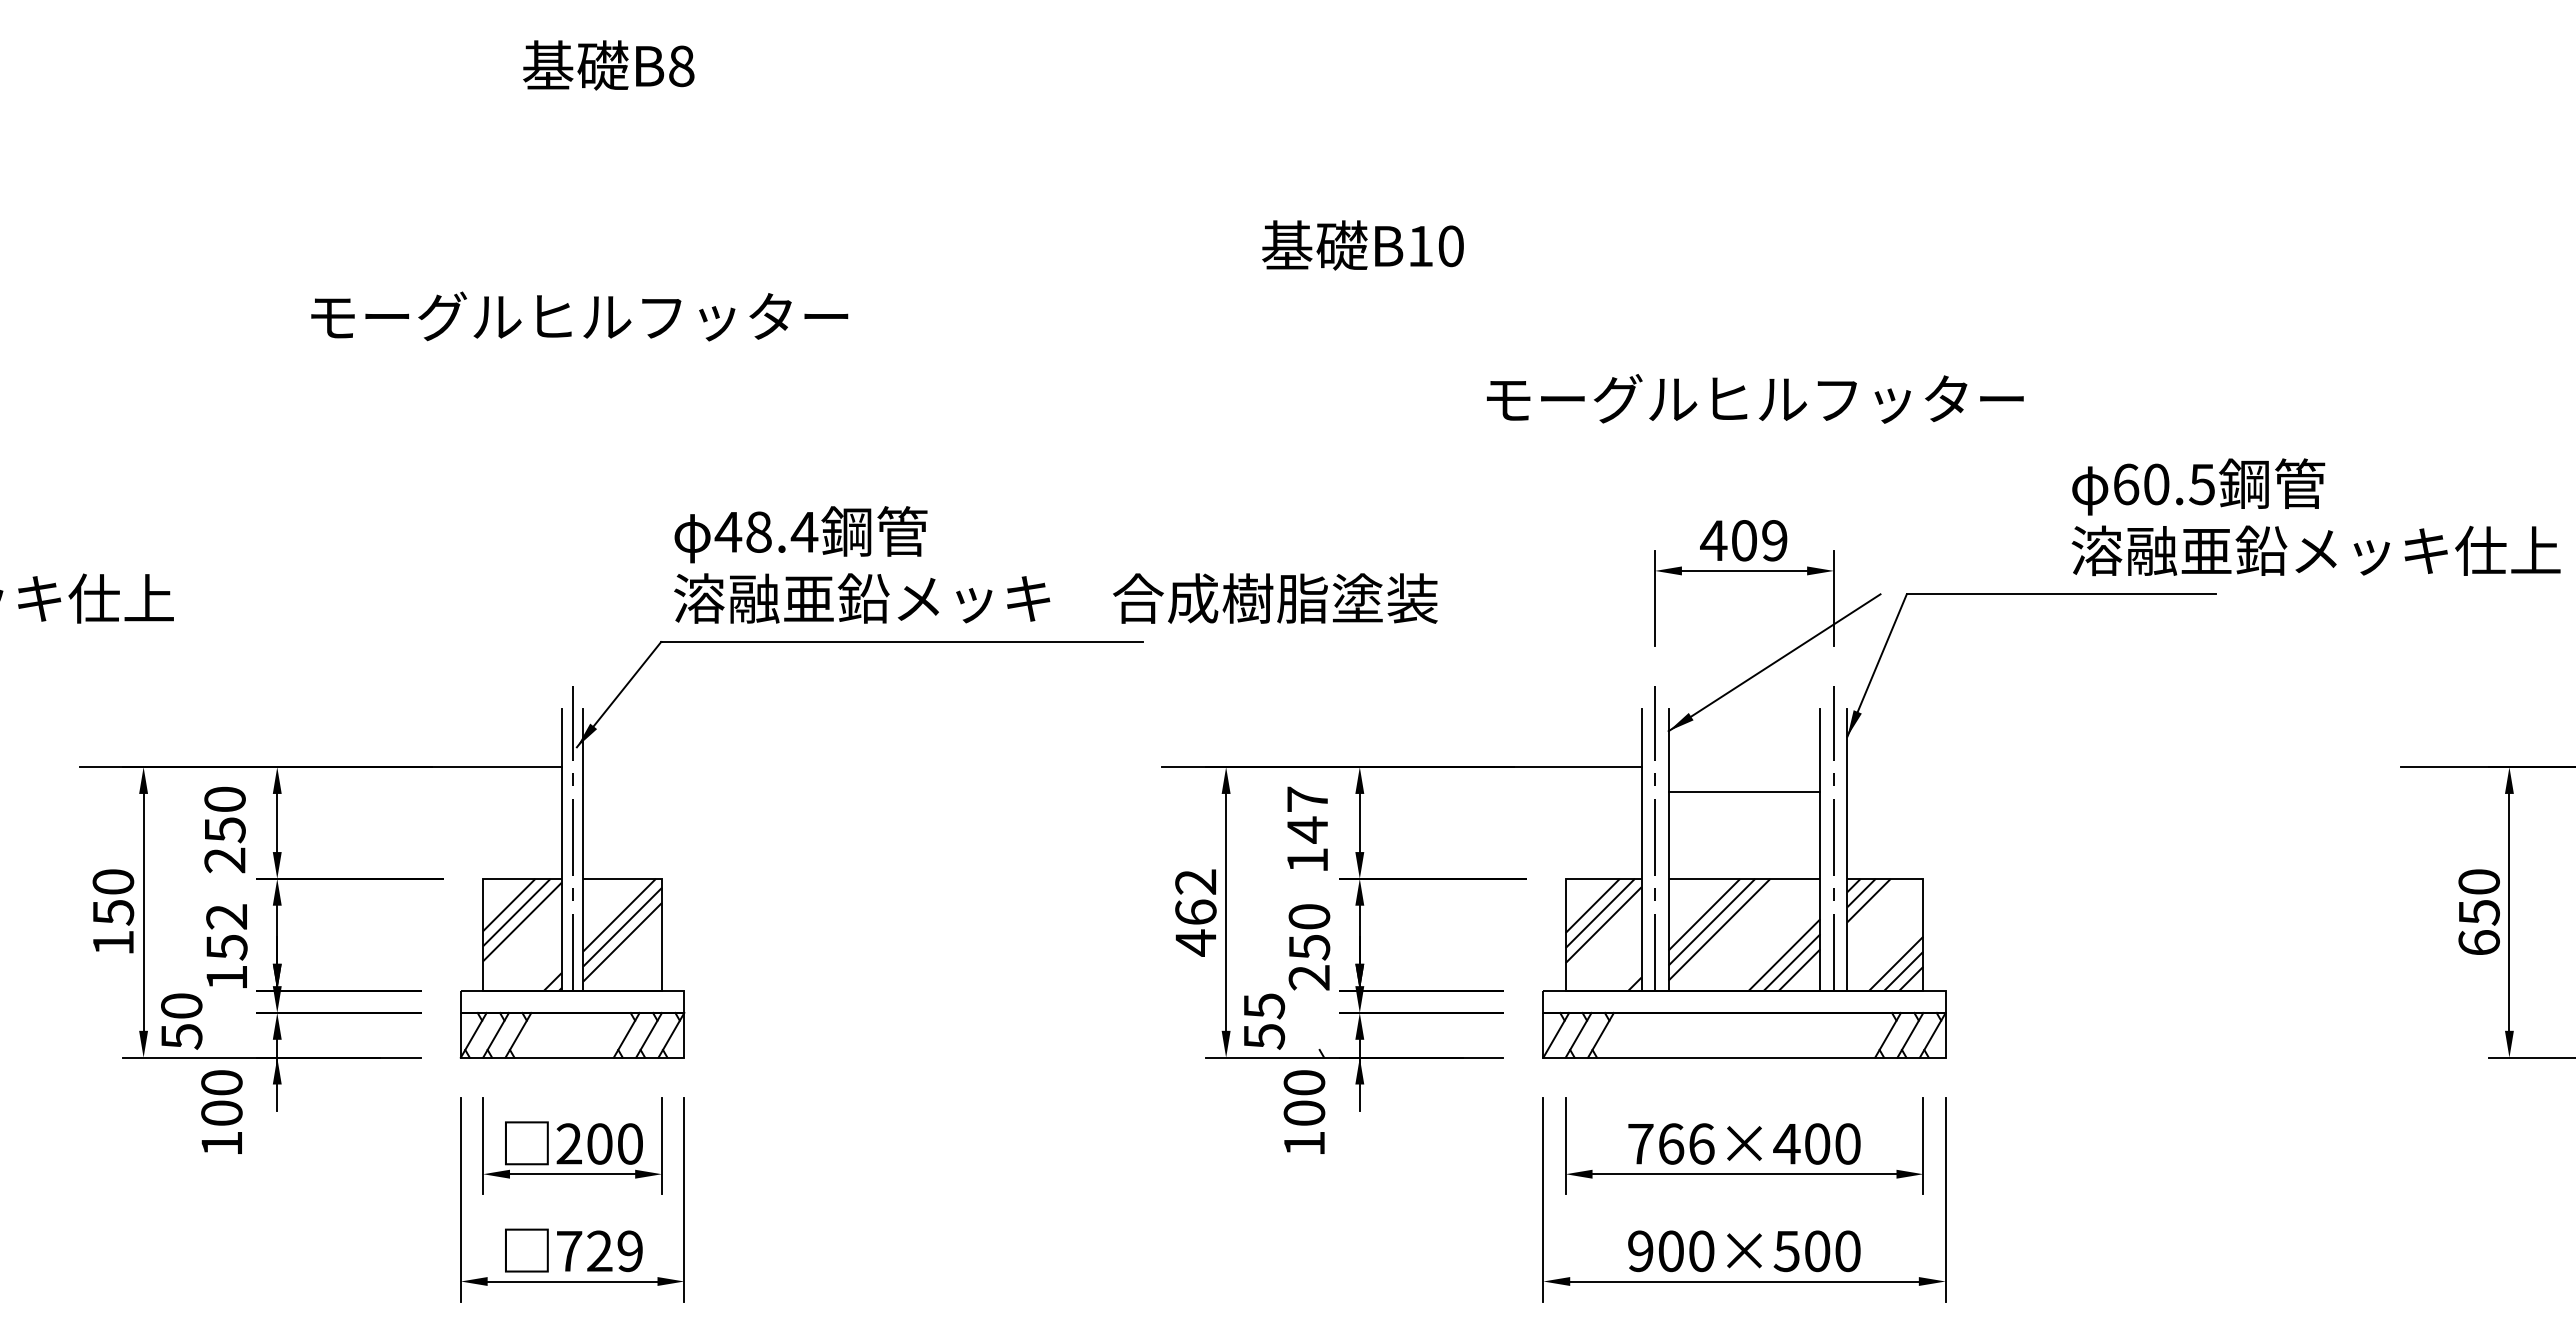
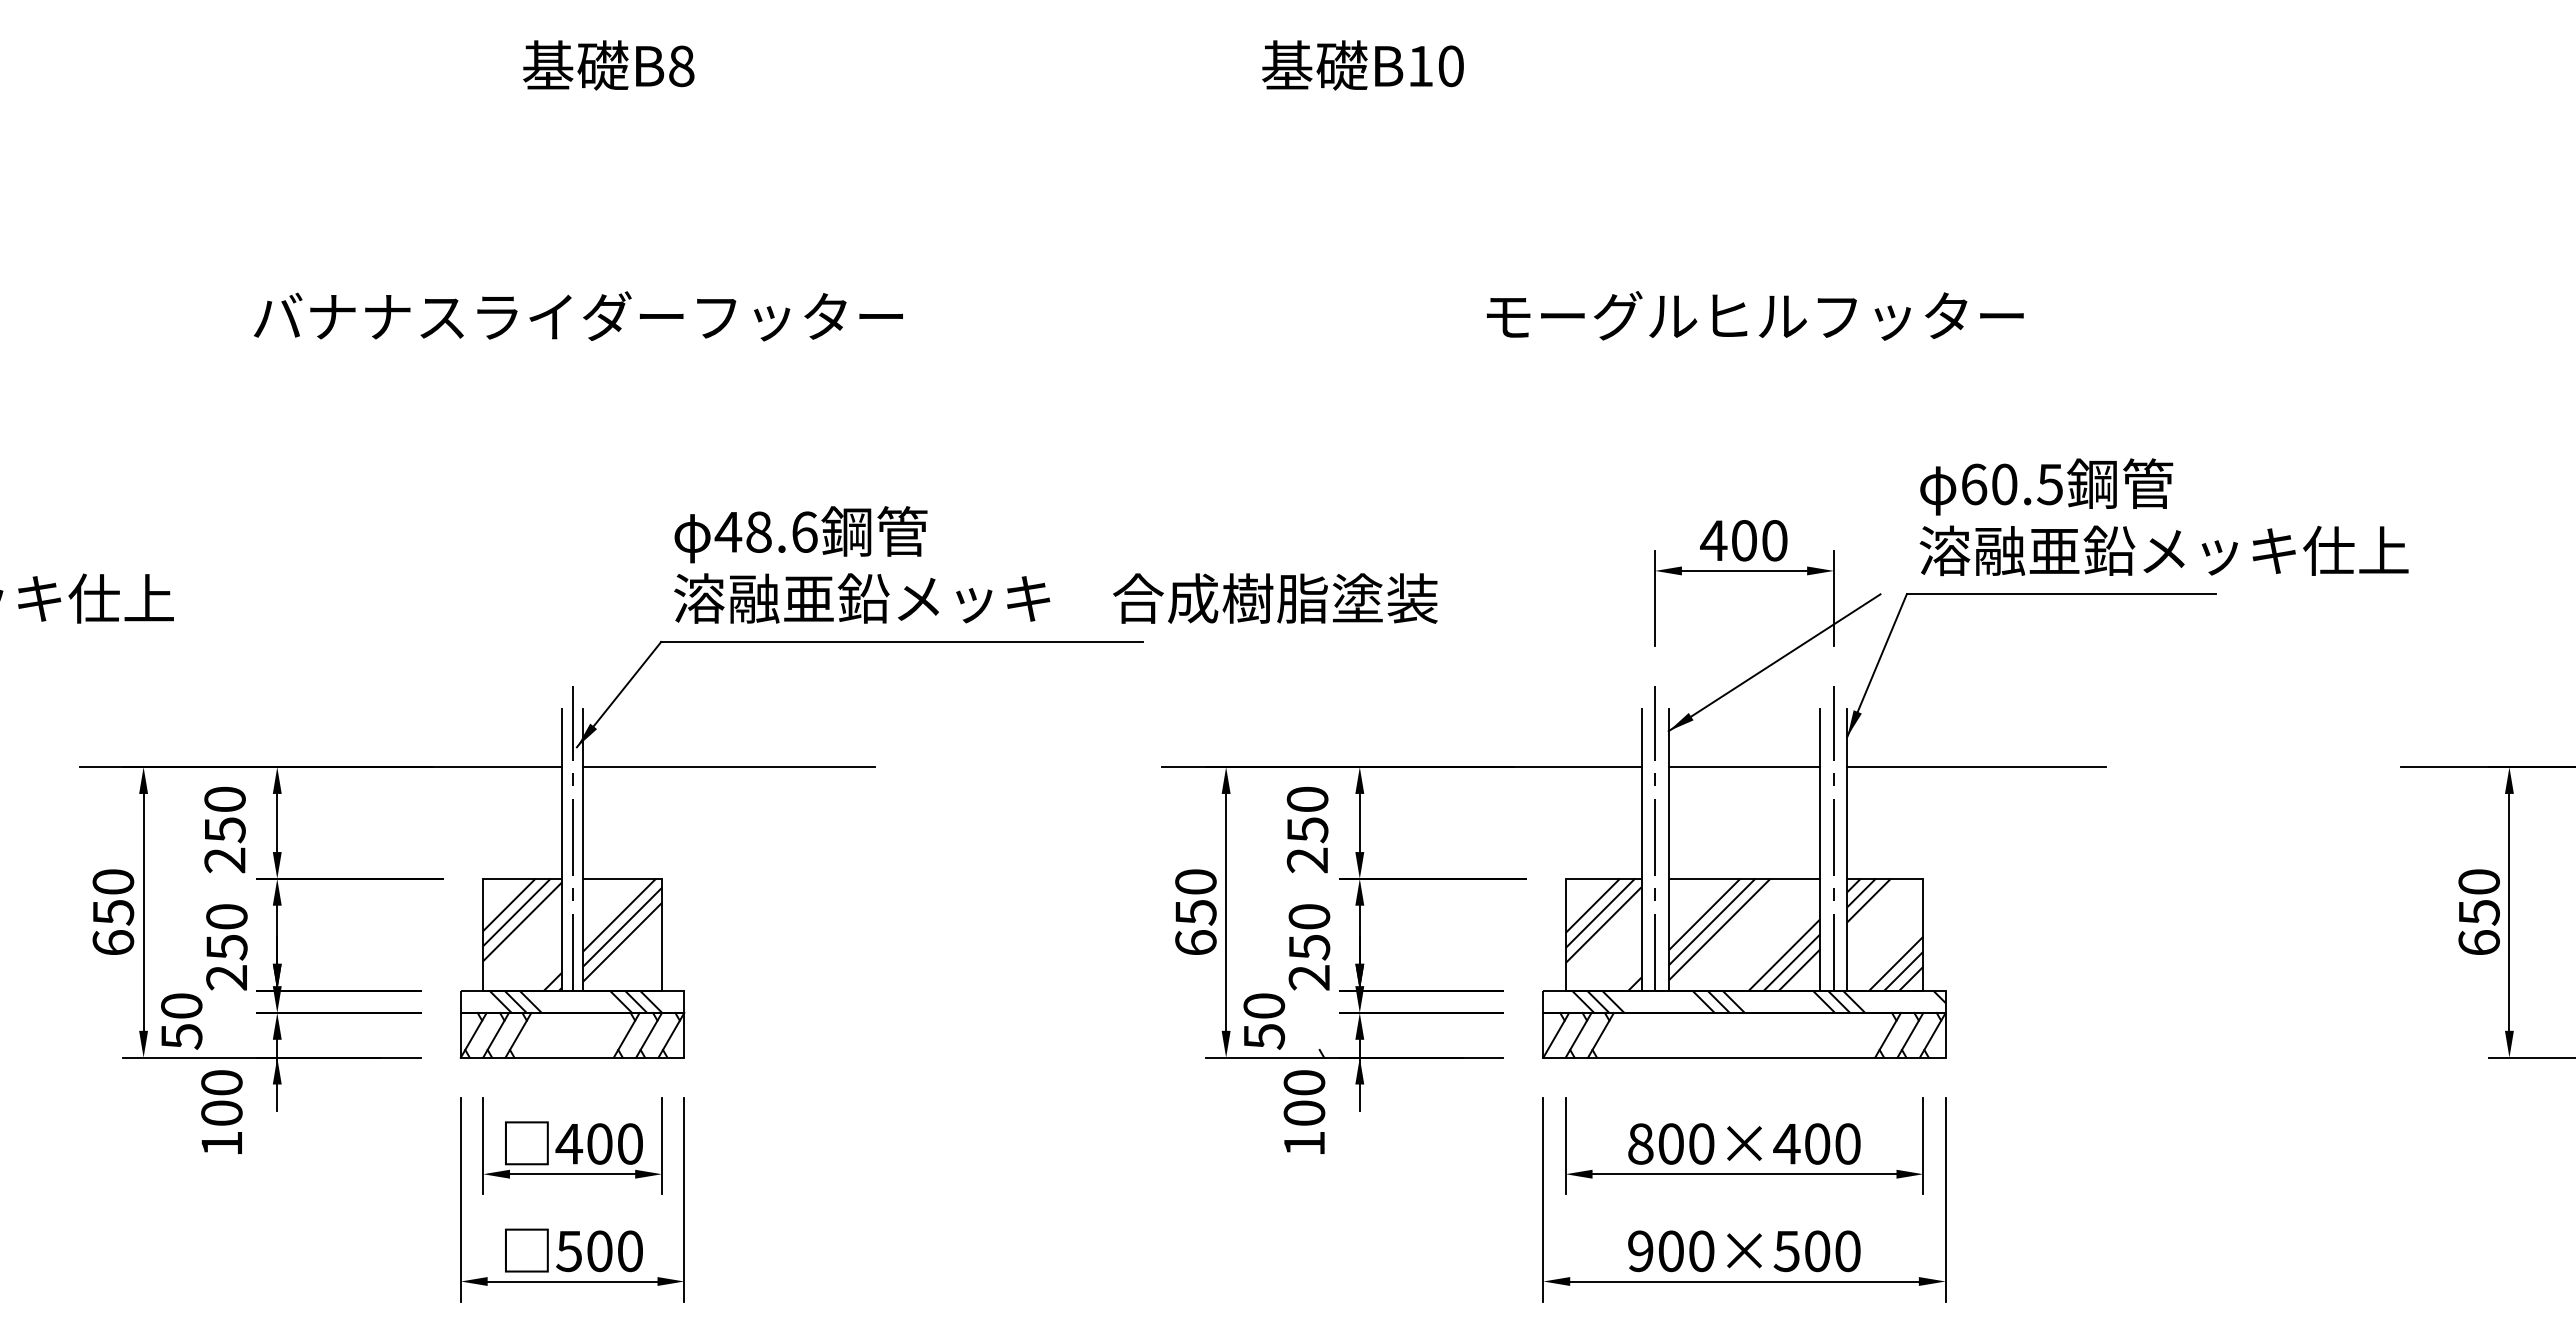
text at (1362, 245) position: (1362, 245) -> (1362, 65)
text at (577, 316): モーグルヒルフッター -> バナナスライダーフッター
text at (1755, 398) position: (1755, 398) -> (1755, 315)
text at (2315, 517) position: (2315, 517) -> (2163, 517)
text at (804, 531): 48.4 -> 48.6
text at (1774, 540): 409 -> 400
line at (729, 767): none -> present
line at (1976, 767): none -> present
line at (1744, 792) position: (1744, 792) -> (1744, 767)
text at (1307, 829): 147 -> 250
text at (1195, 912): 462 -> 650
text at (113, 942): 150 -> 650
text at (226, 947): 152 -> 250
hatch at (575, 1001): none -> present
hatch at (1758, 1001): none -> present
text at (1263, 1006): 55 -> 50
text at (569, 1143): 200 -> 400
text at (1671, 1143): 766×400 -> 800×400
text at (599, 1251): 729 -> 500
